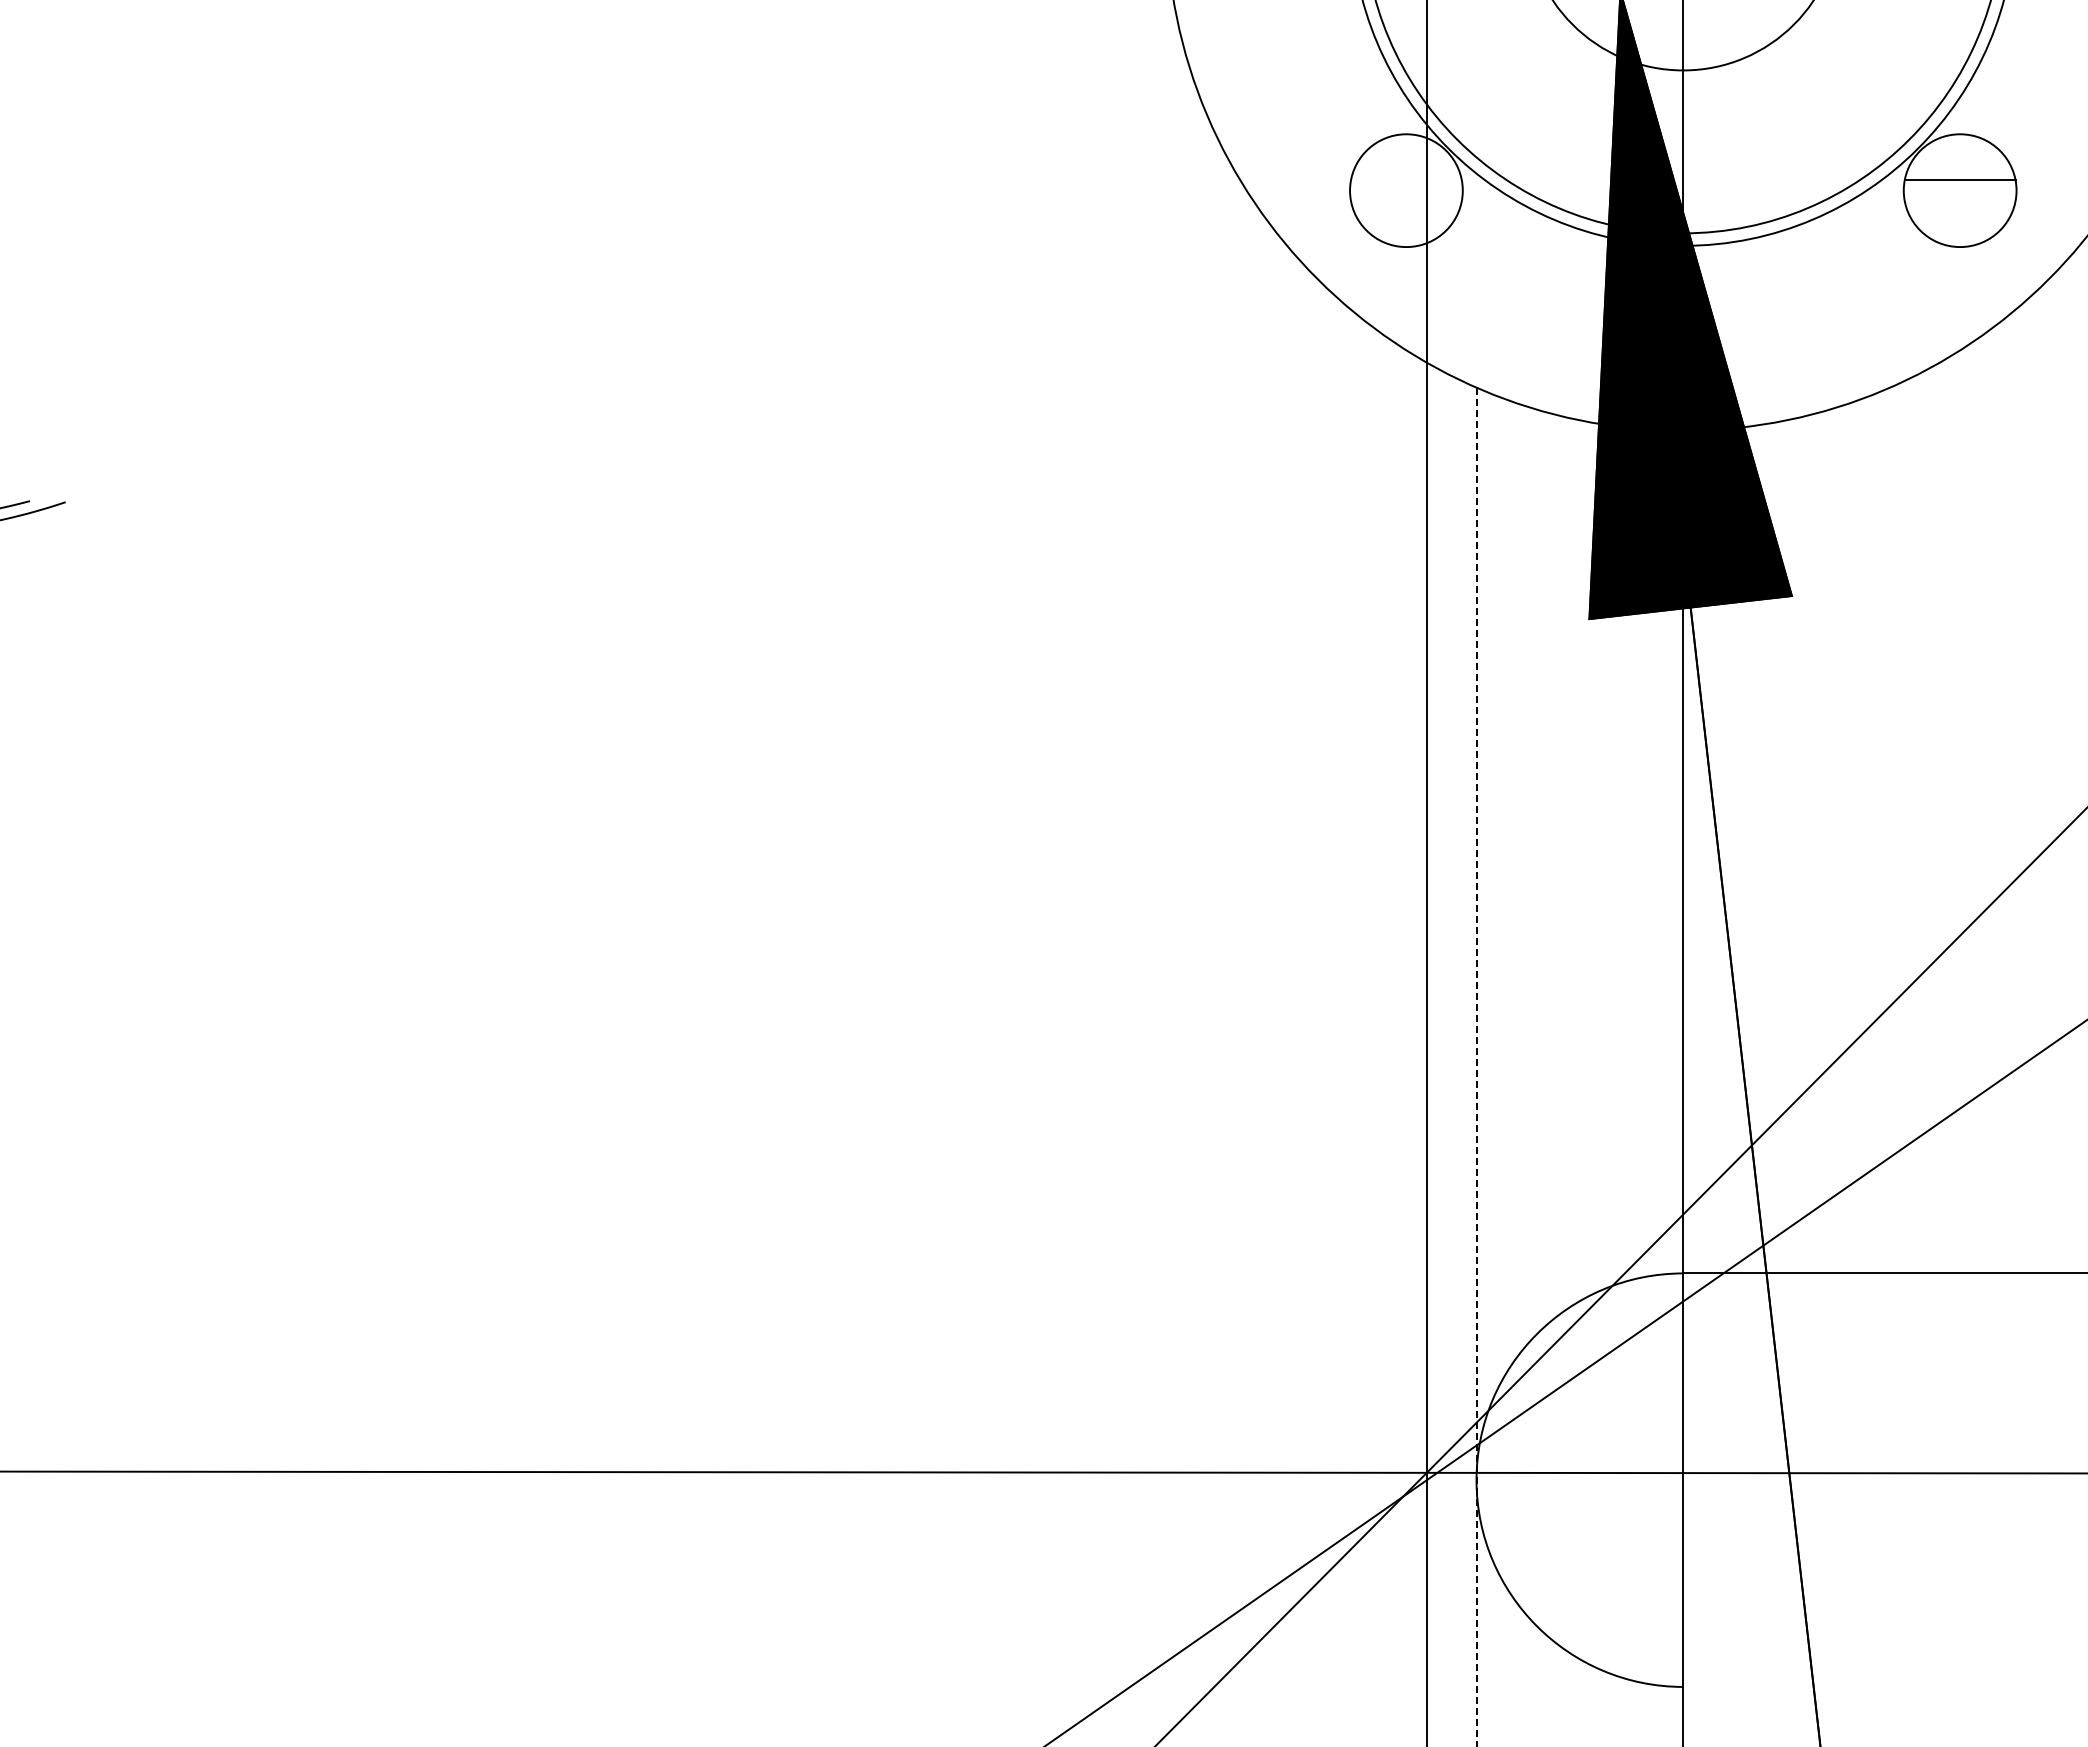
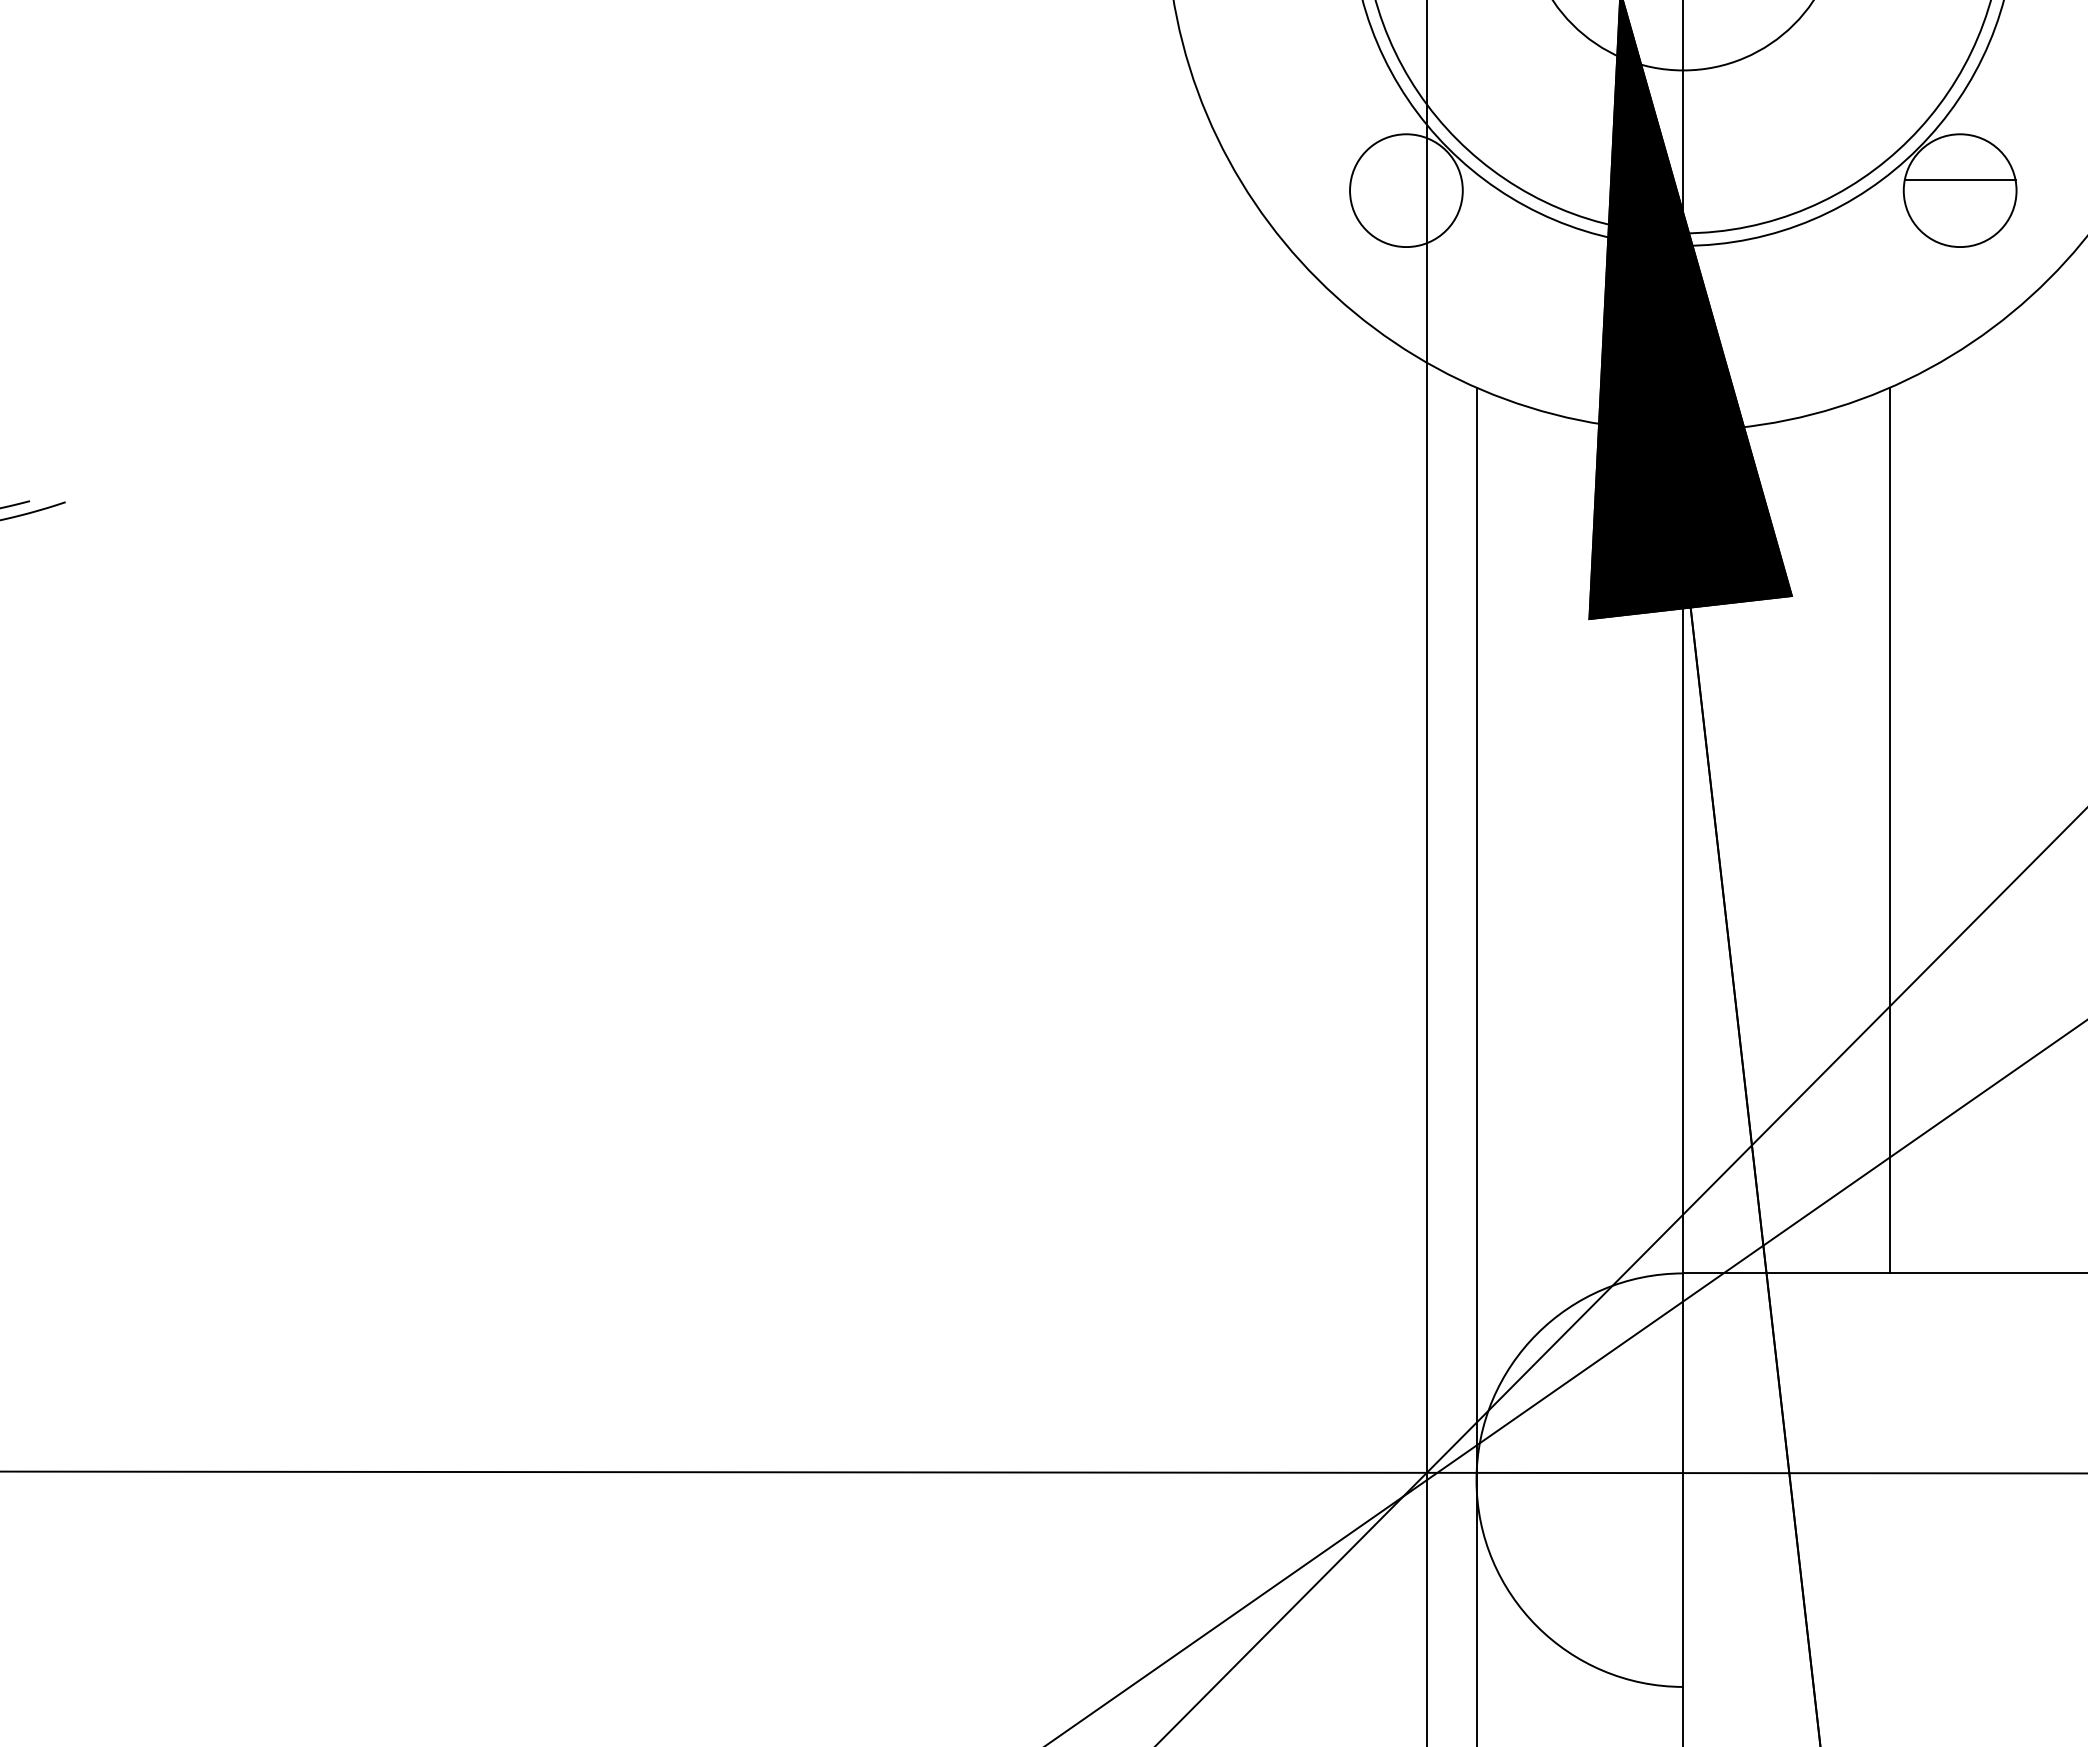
line at (1890, 830): none -> present
line at (1476, 1067): dashed -> solid
